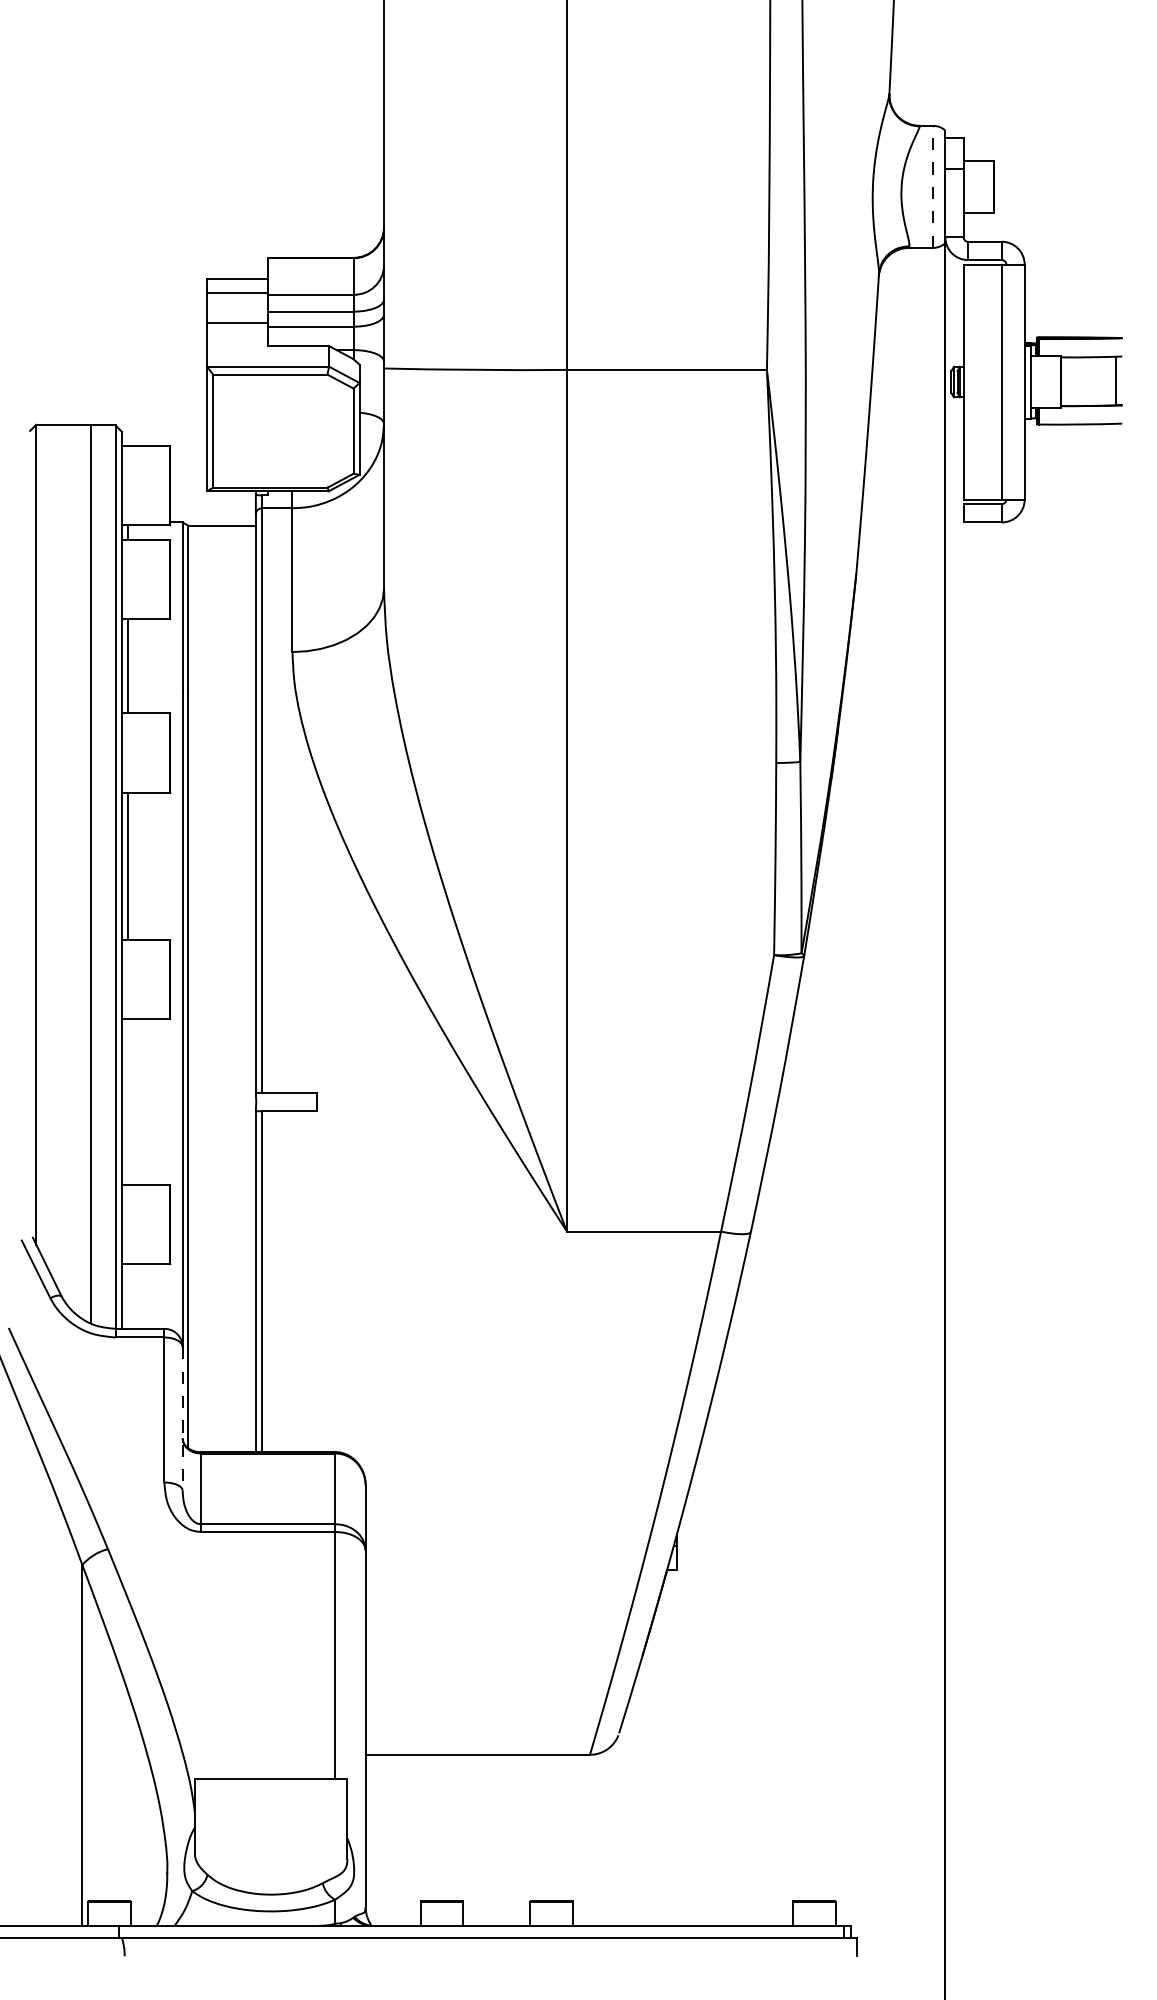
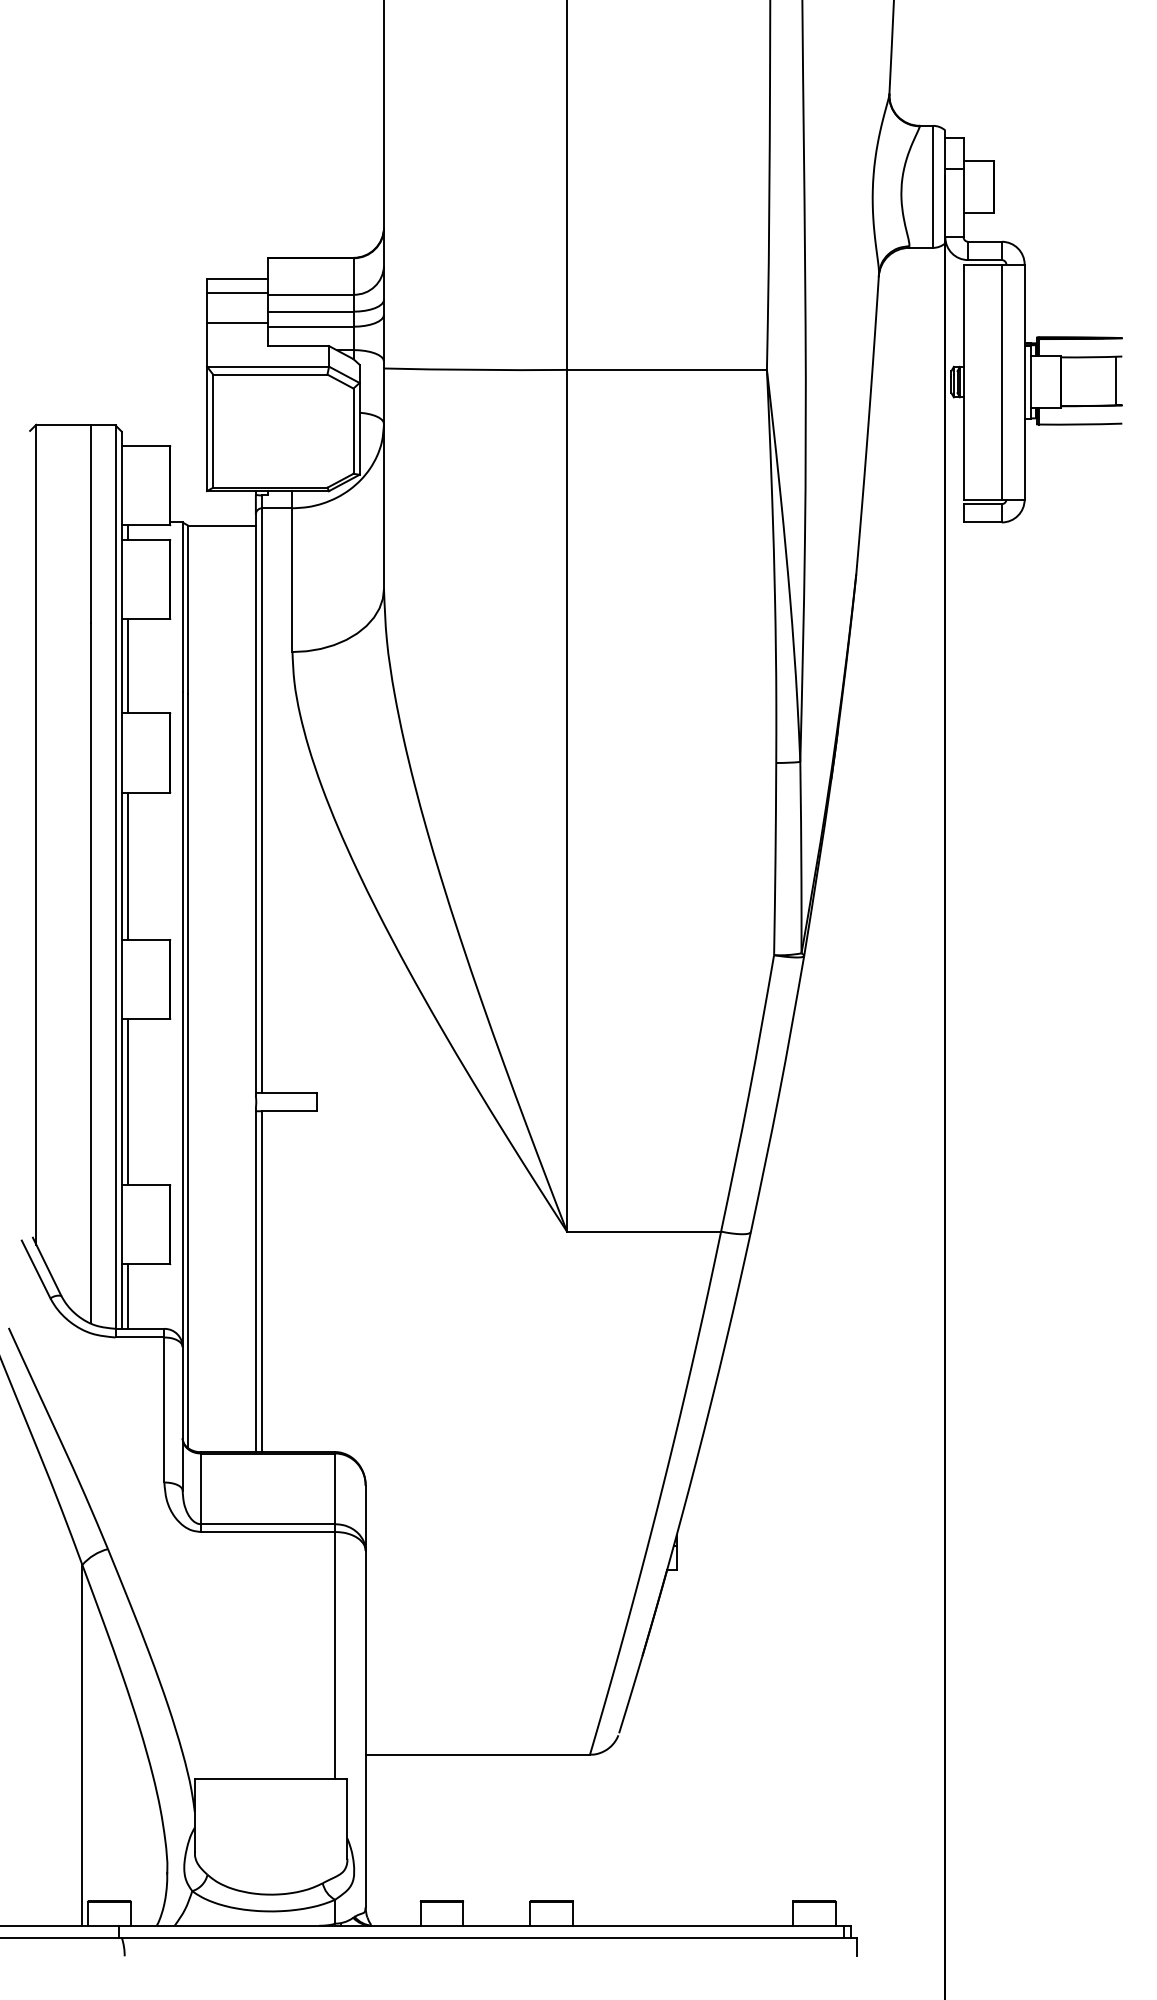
line at (933, 186): dashed -> solid
line at (127, 1102): none -> present
line at (127, 1296): none -> present
line at (182, 1418): dashed -> solid
